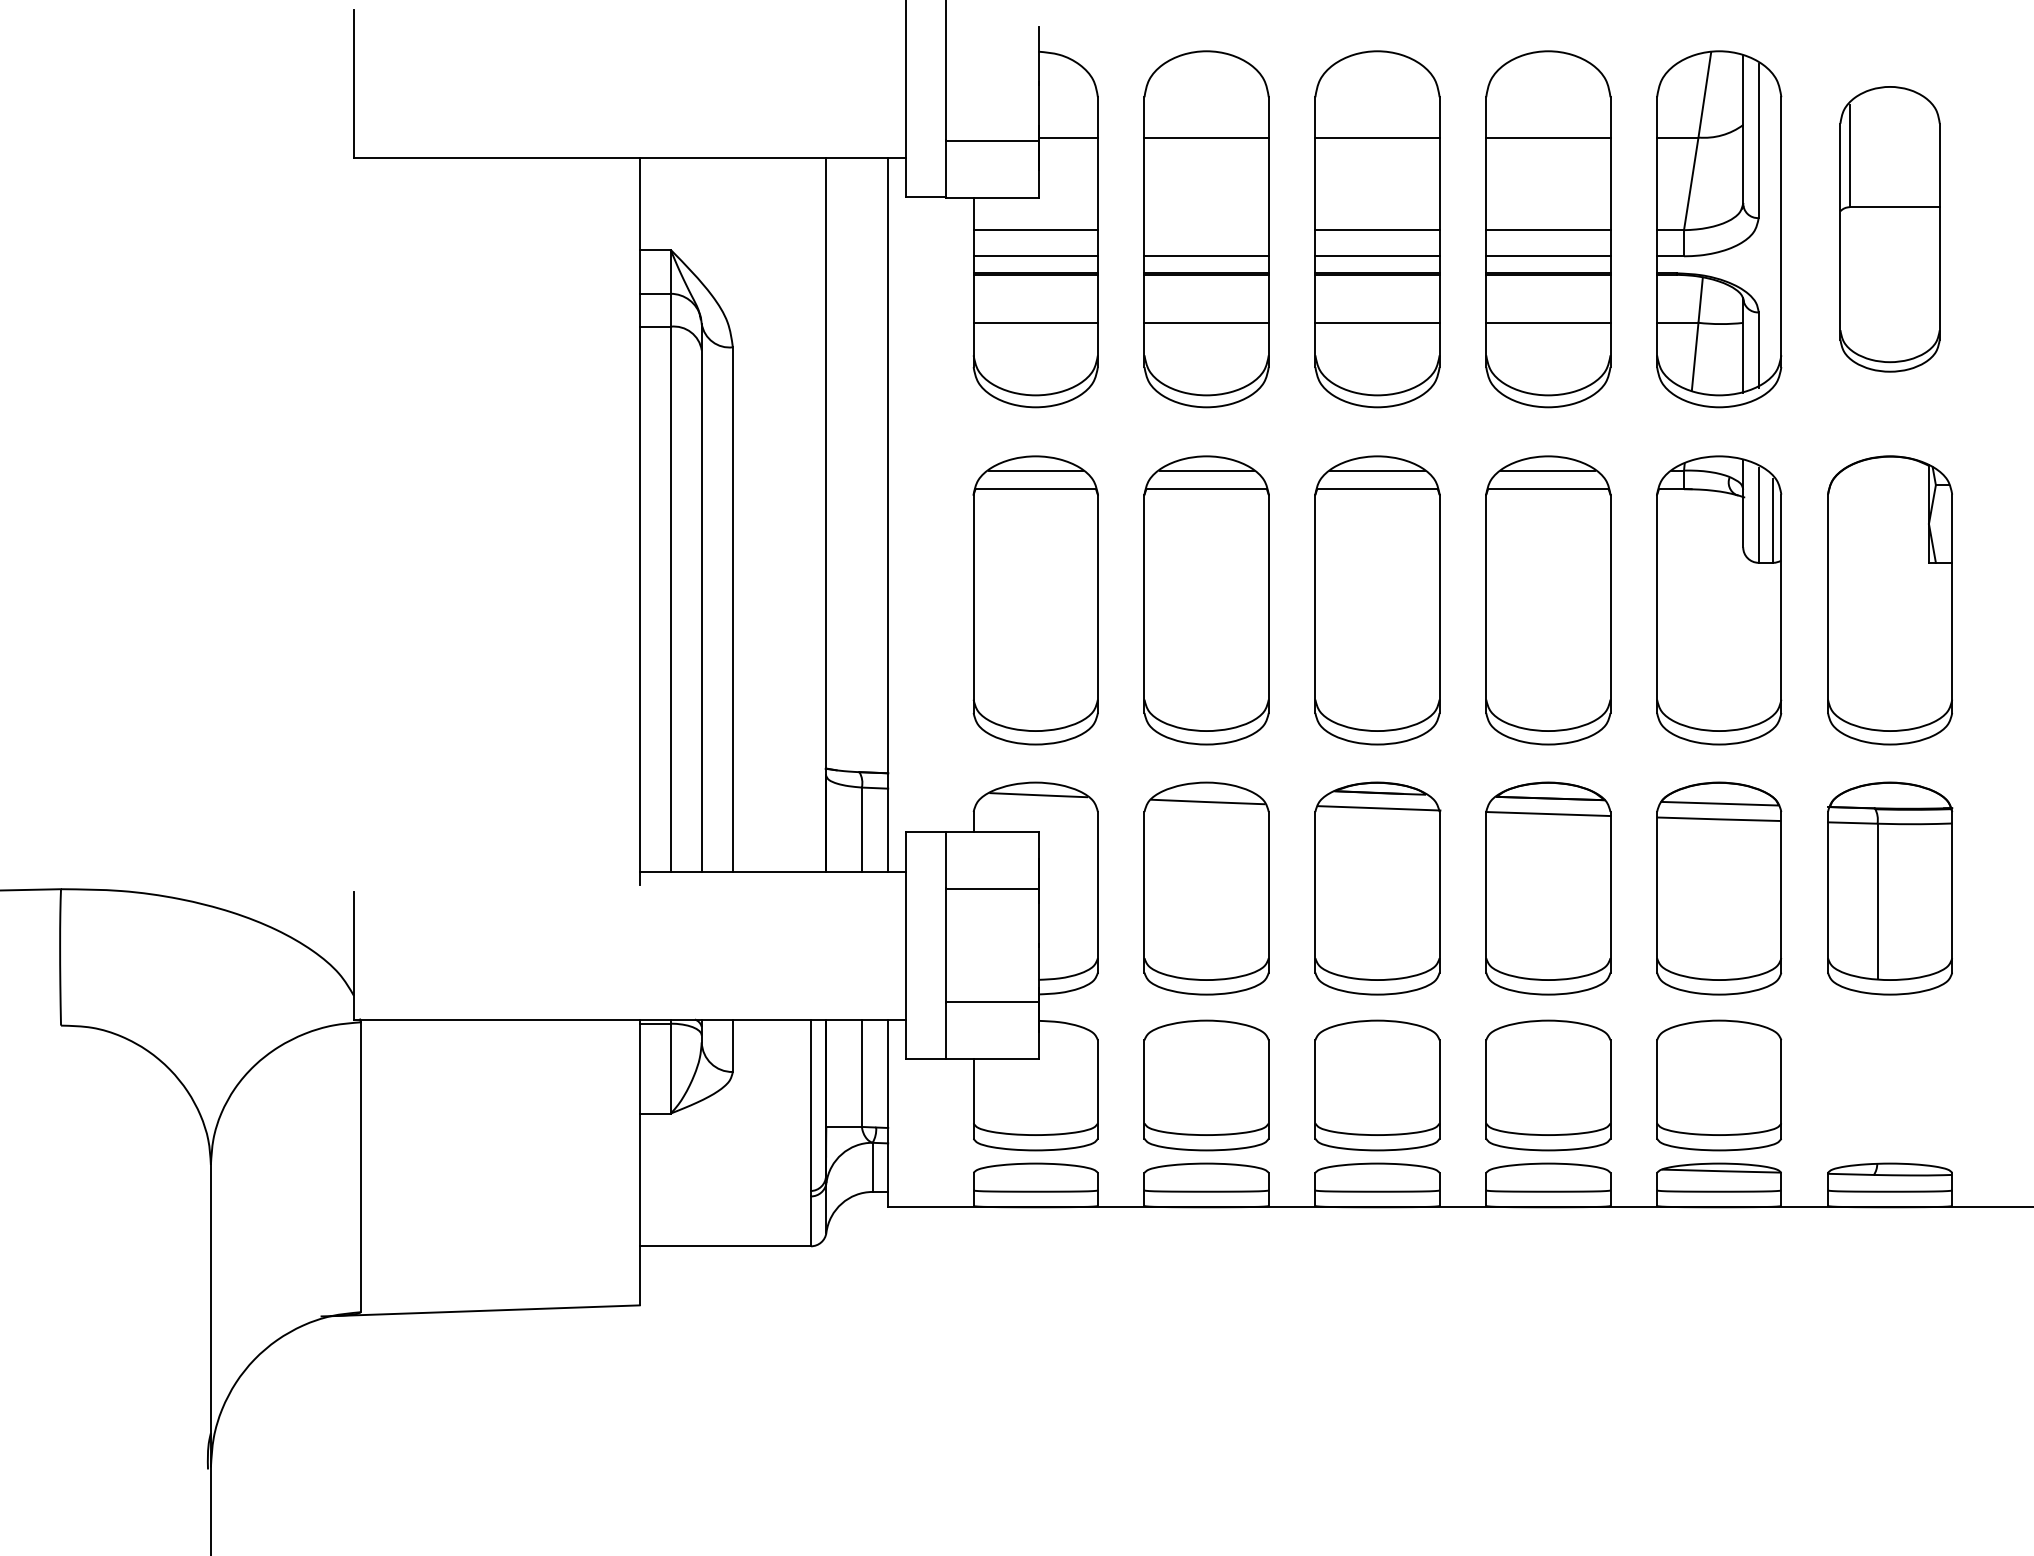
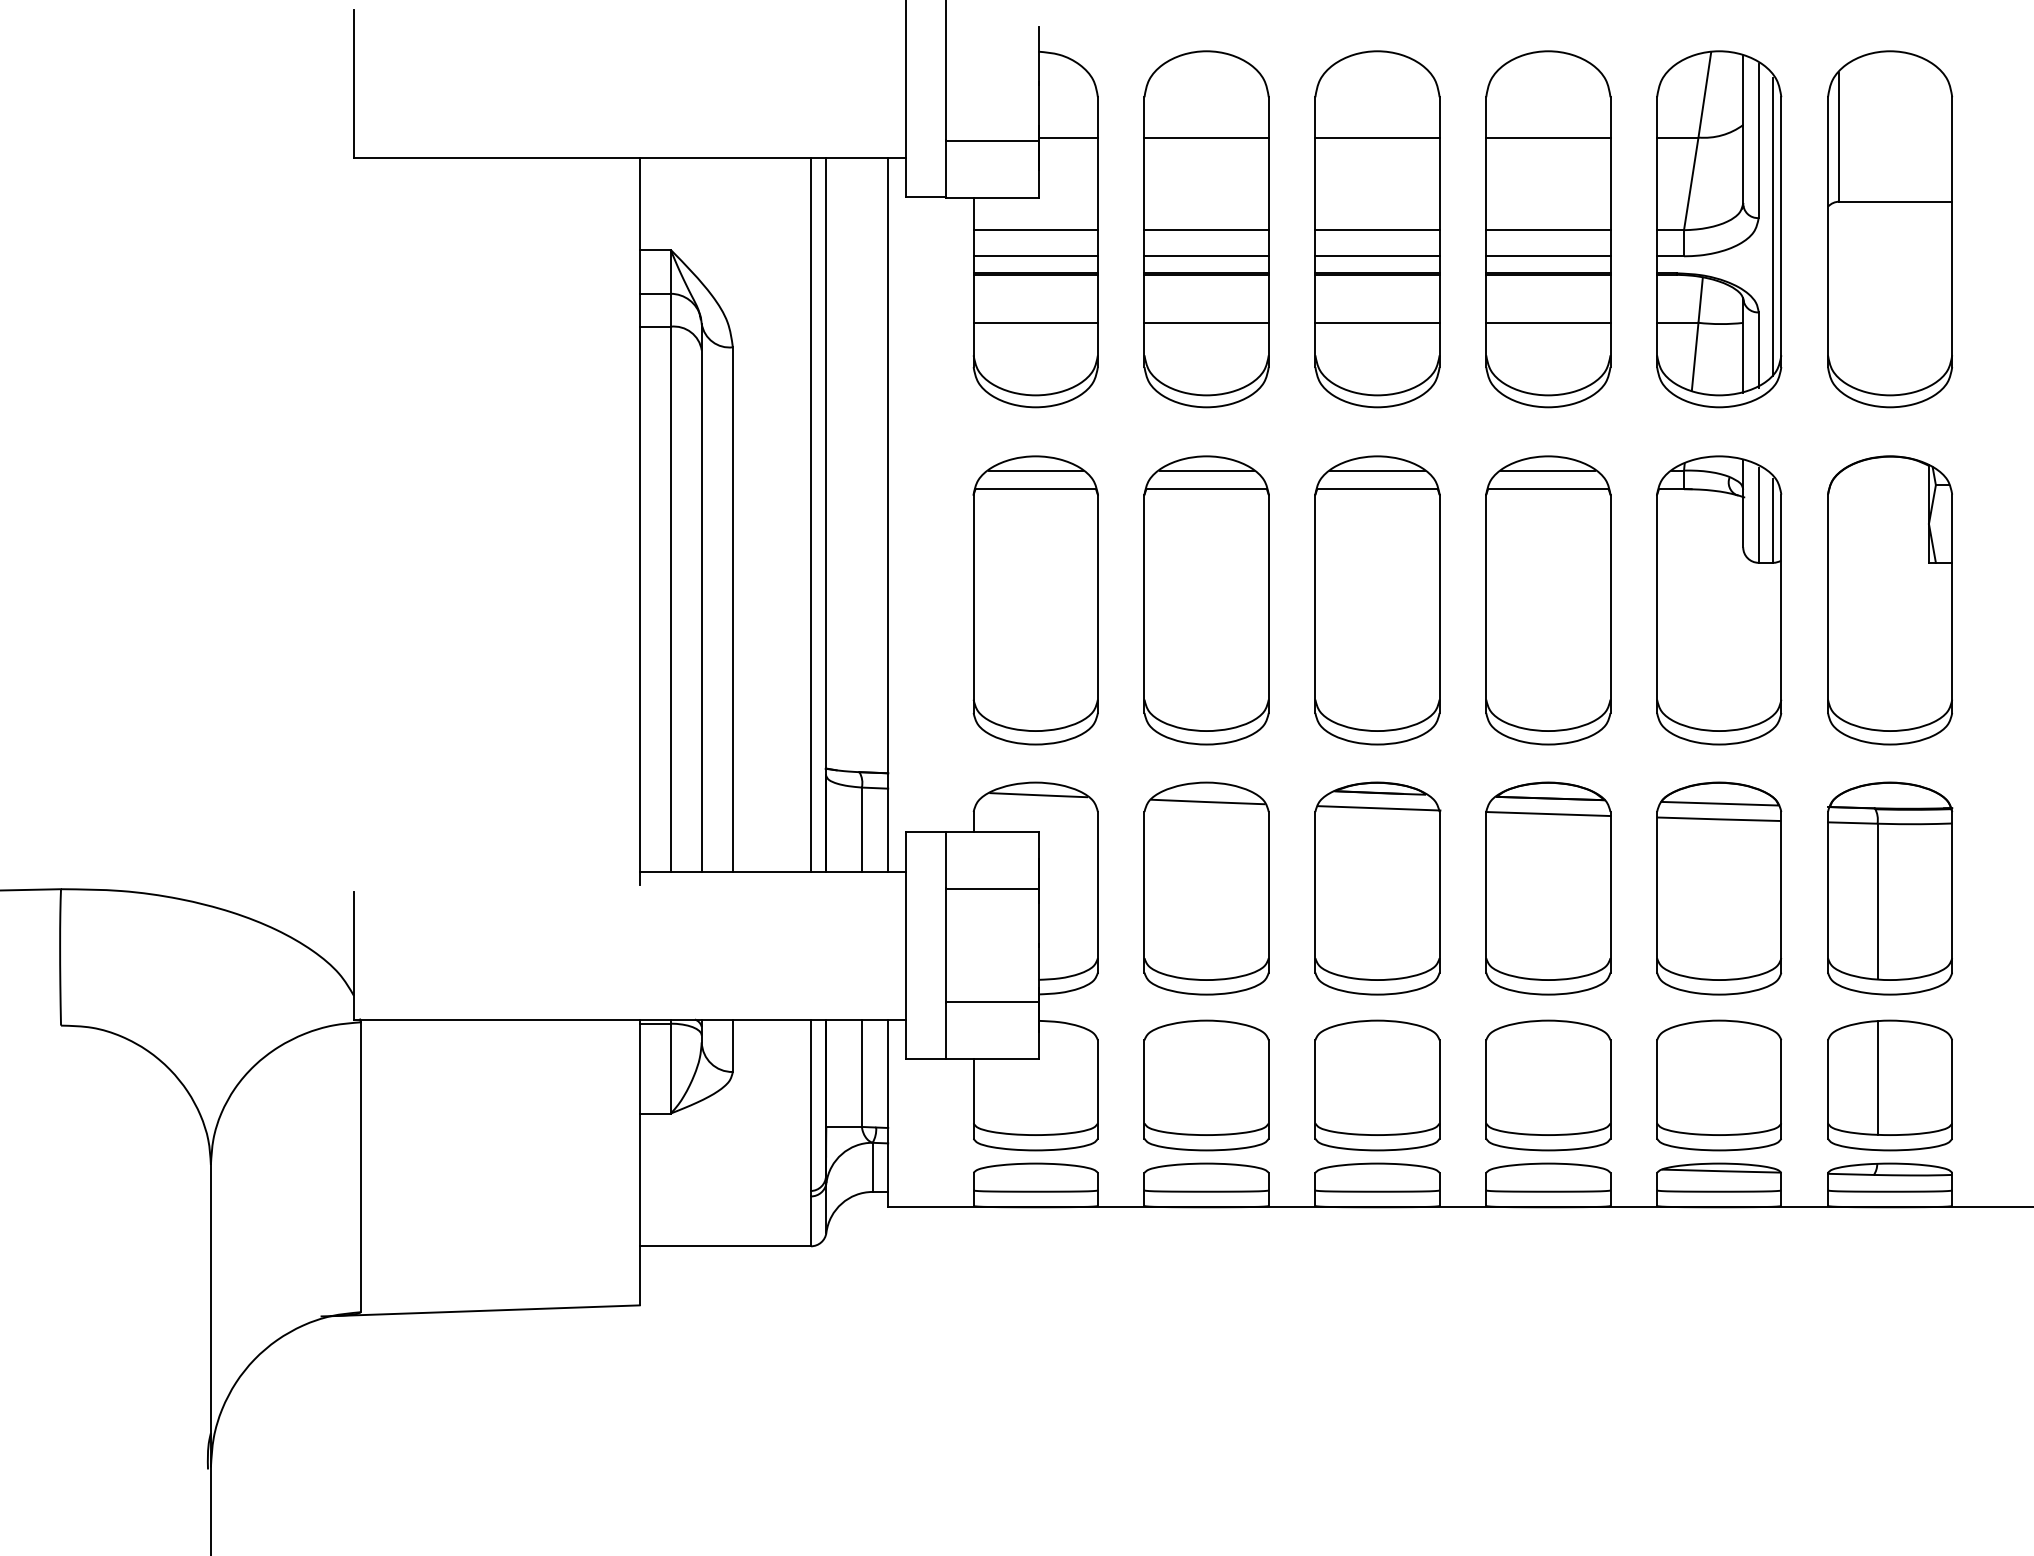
line at (1773, 226): none -> present
part at (1889, 229) size: 102x287 px -> 126x359 px
line at (1206, 230): none -> present
line at (810, 514): none -> present
part at (1889, 1085): none -> present
